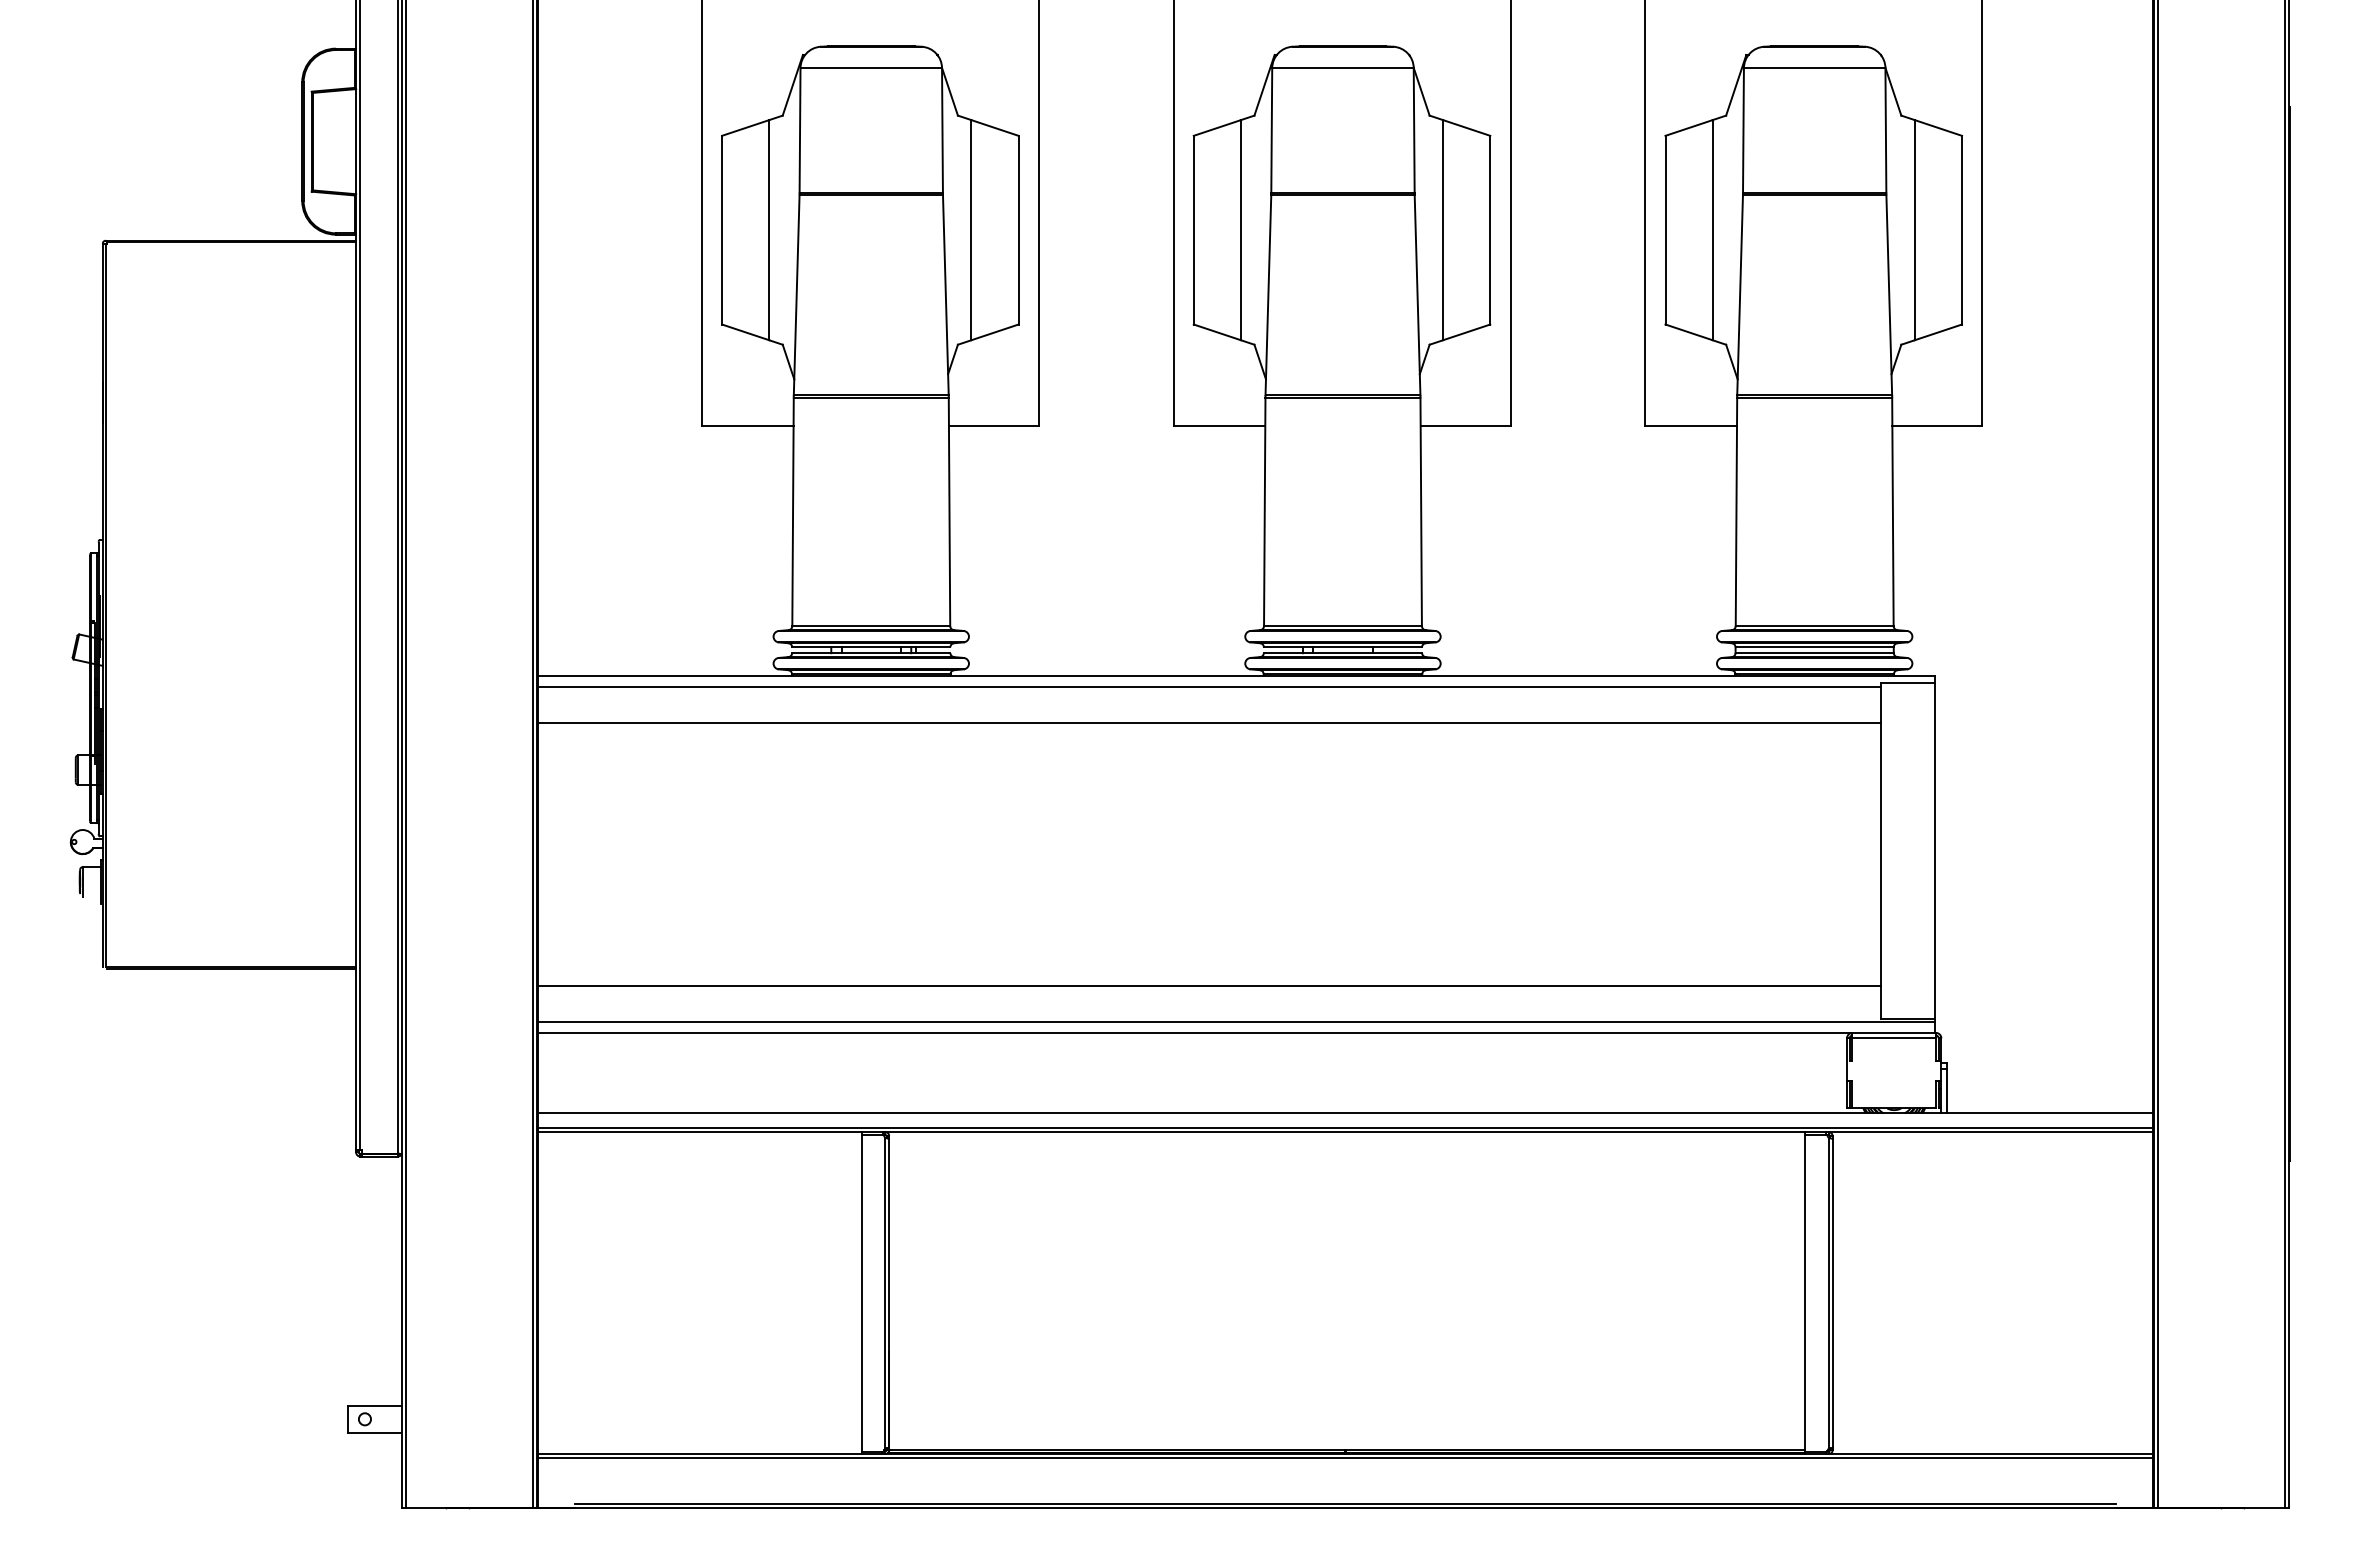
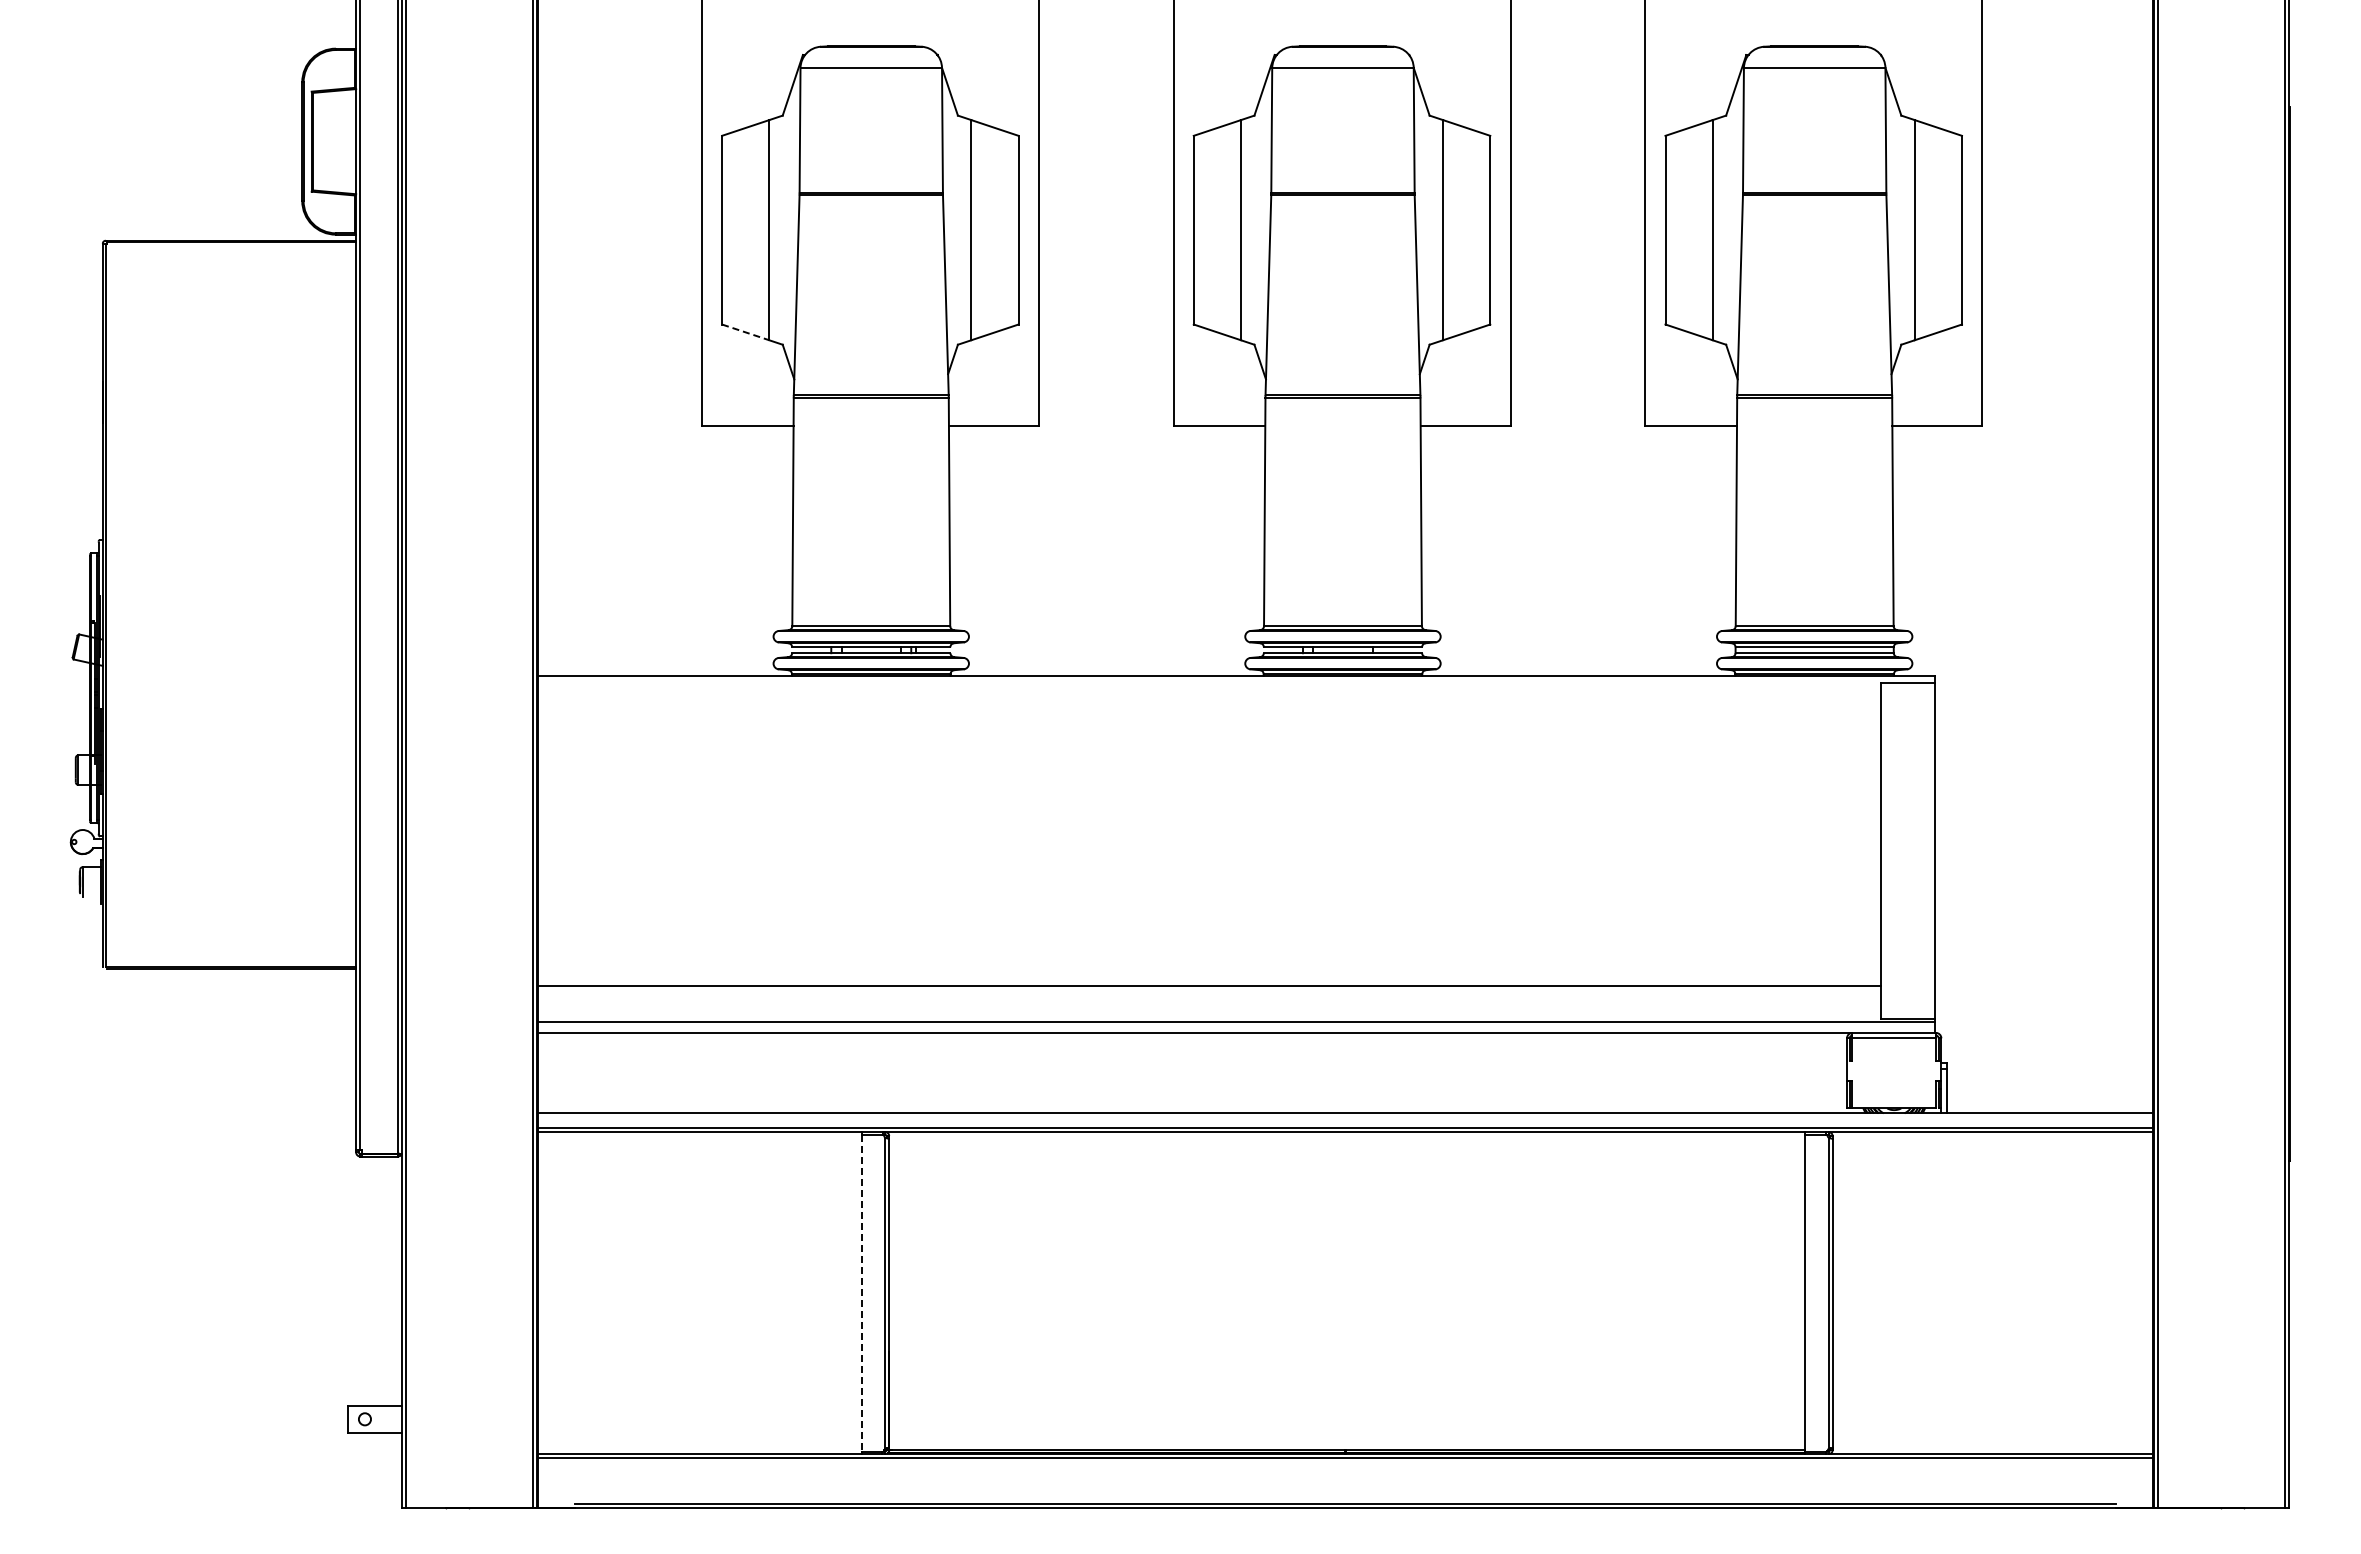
line at (745, 332): solid -> dashed
line at (1209, 686): present -> none
line at (1209, 722): present -> none
line at (861, 1293): solid -> dashed
